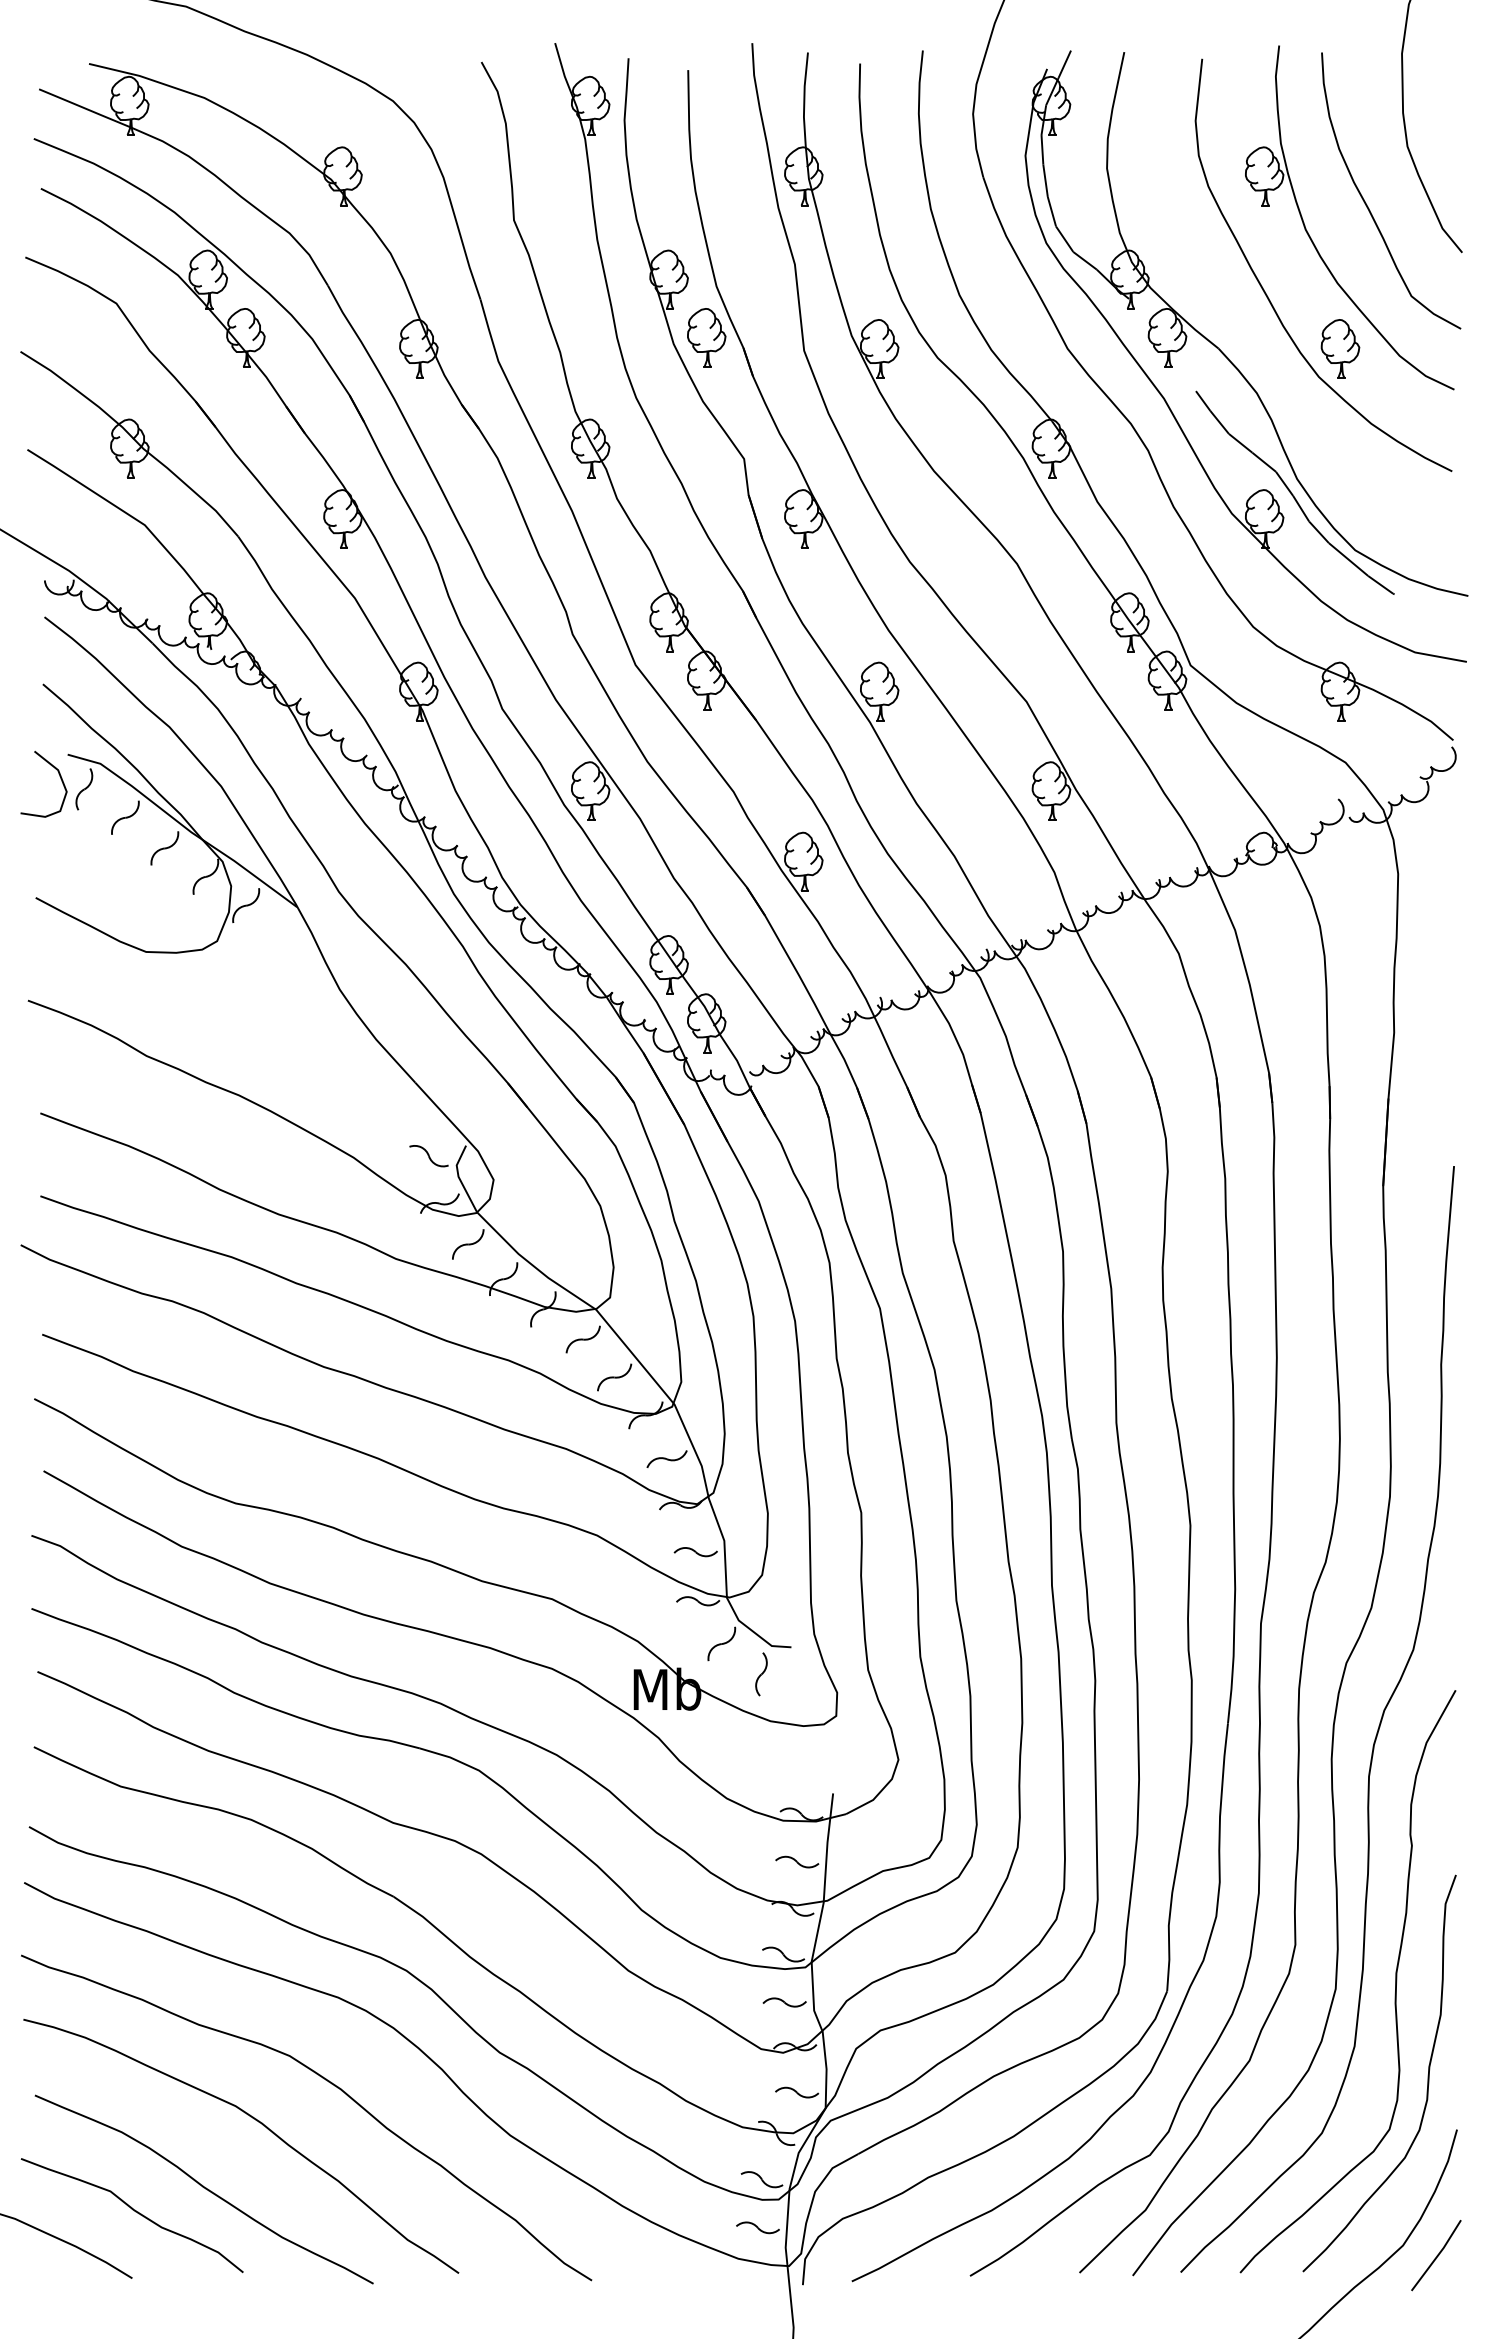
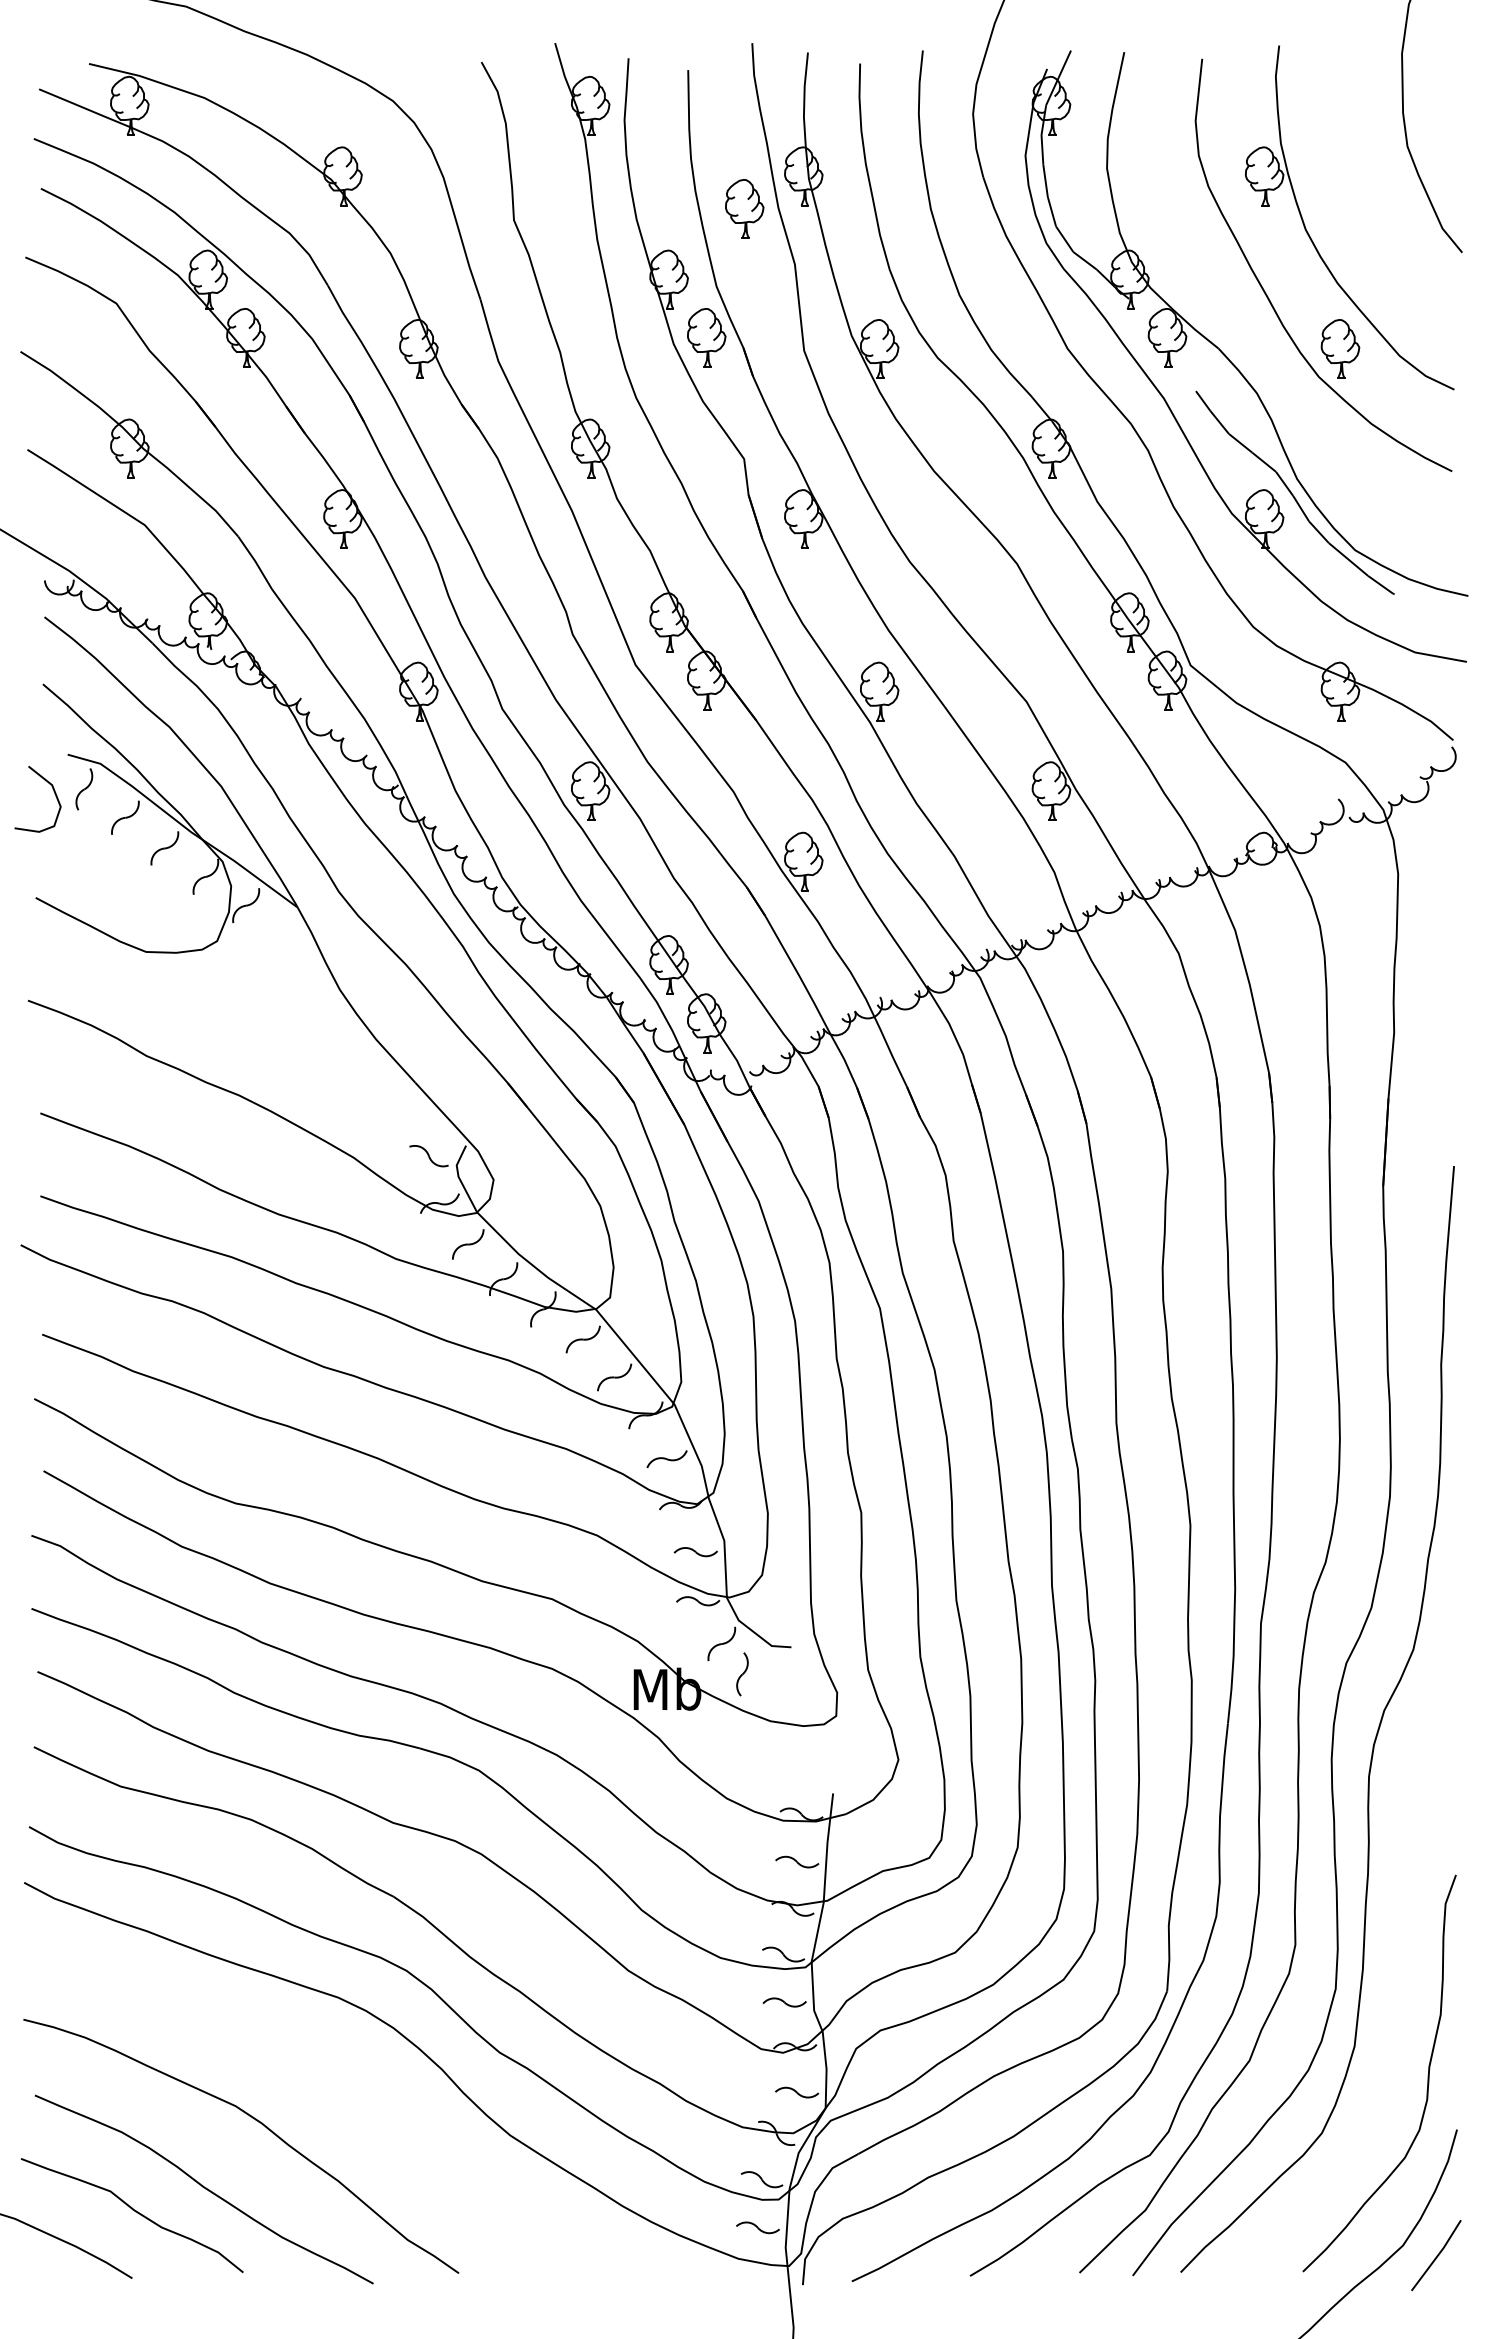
curve at (1367, 204): present -> none
part at (744, 208): none -> present
curve at (59, 776) position: (59, 776) -> (53, 791)
part at (761, 1674) position: (761, 1674) -> (742, 1674)
curve at (1395, 1981): present -> none
curve at (328, 2082): present -> none
